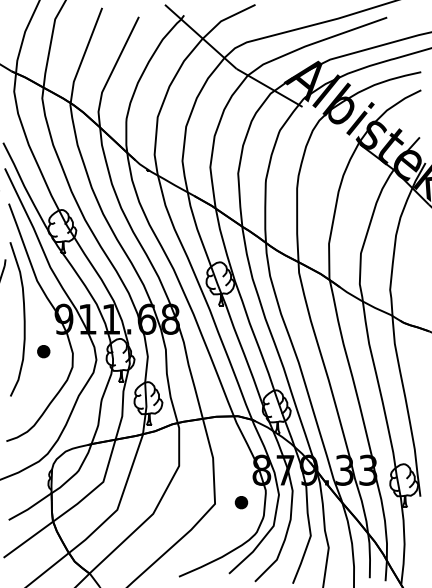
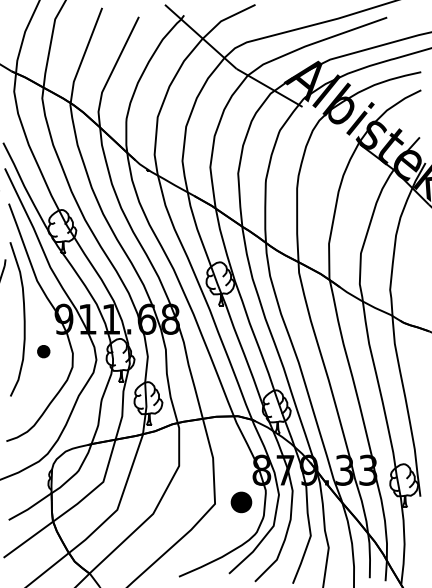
part at (241, 502) size: 15x14 px -> 23x23 px
